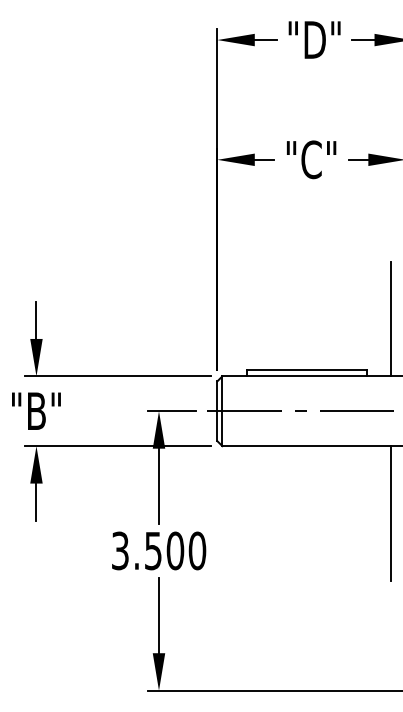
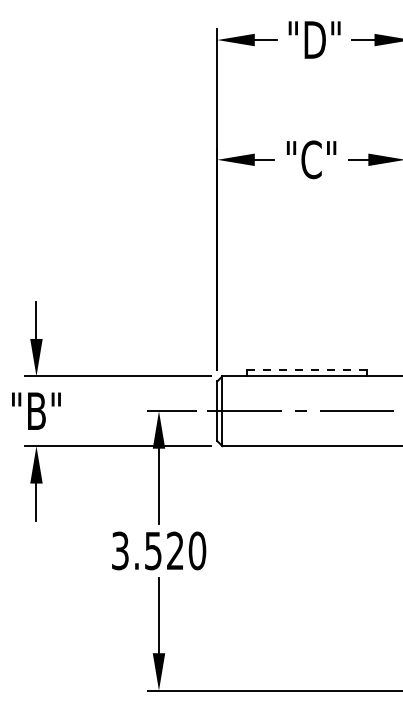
line at (390, 318): present -> none
line at (307, 369): solid -> dashed
line at (390, 513): present -> none
text at (175, 550): 3.500 -> 3.520
